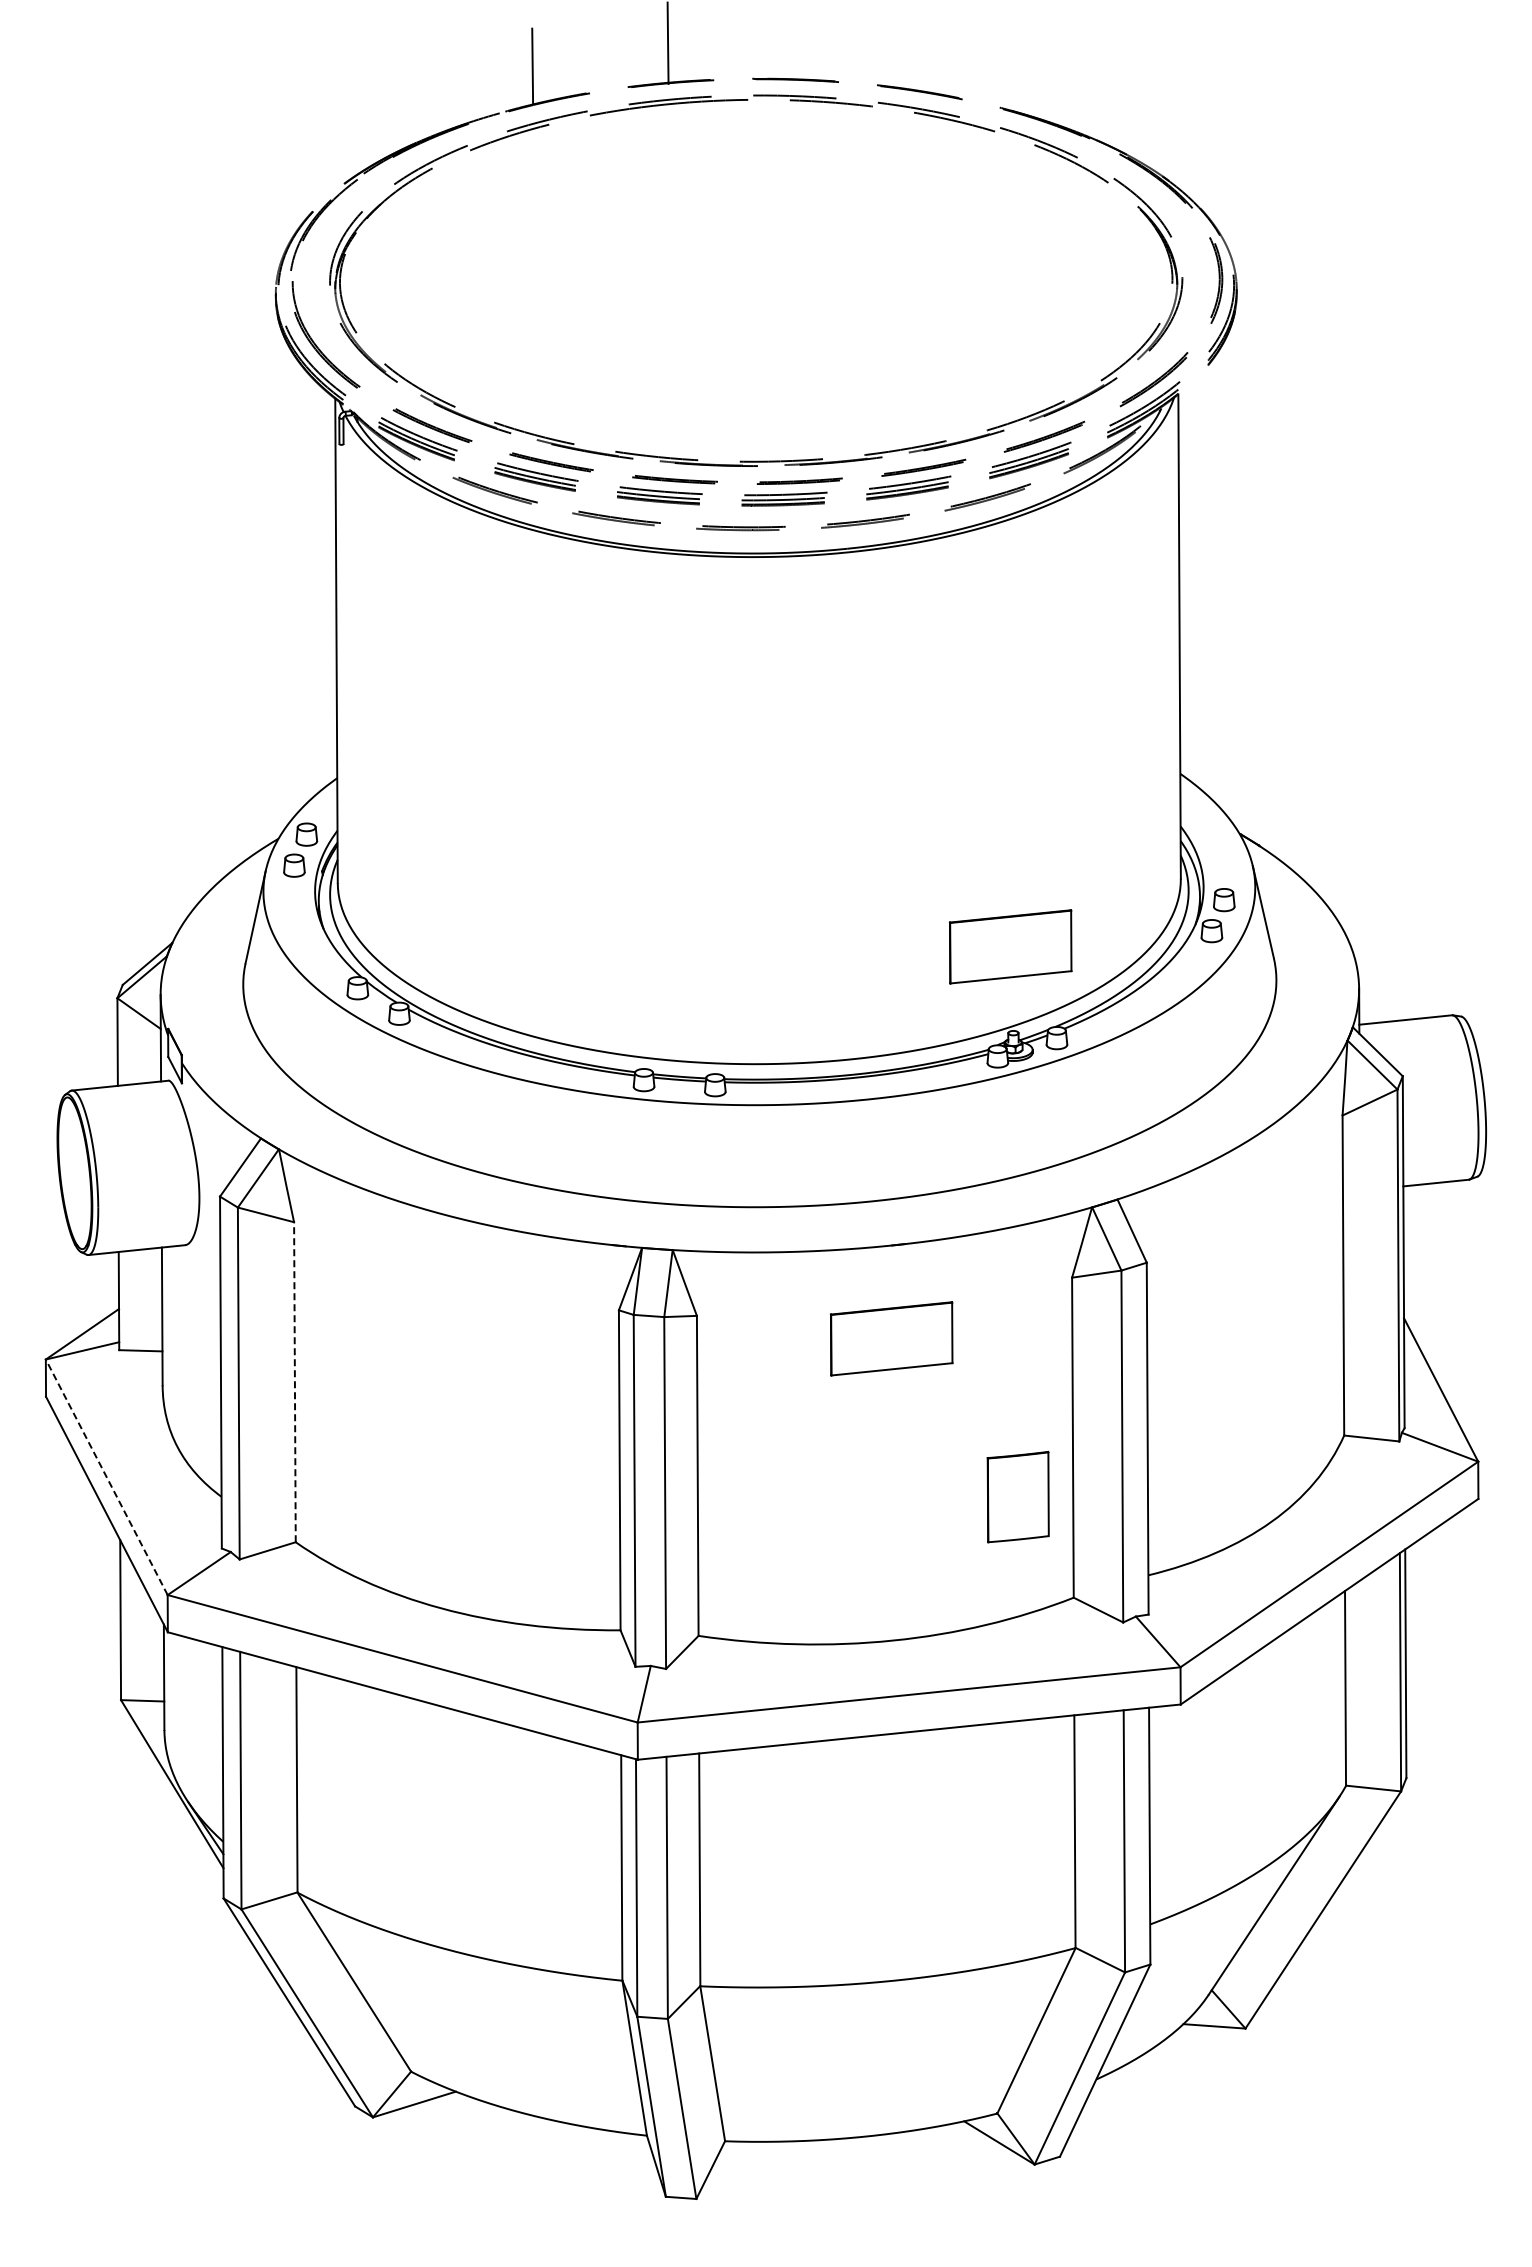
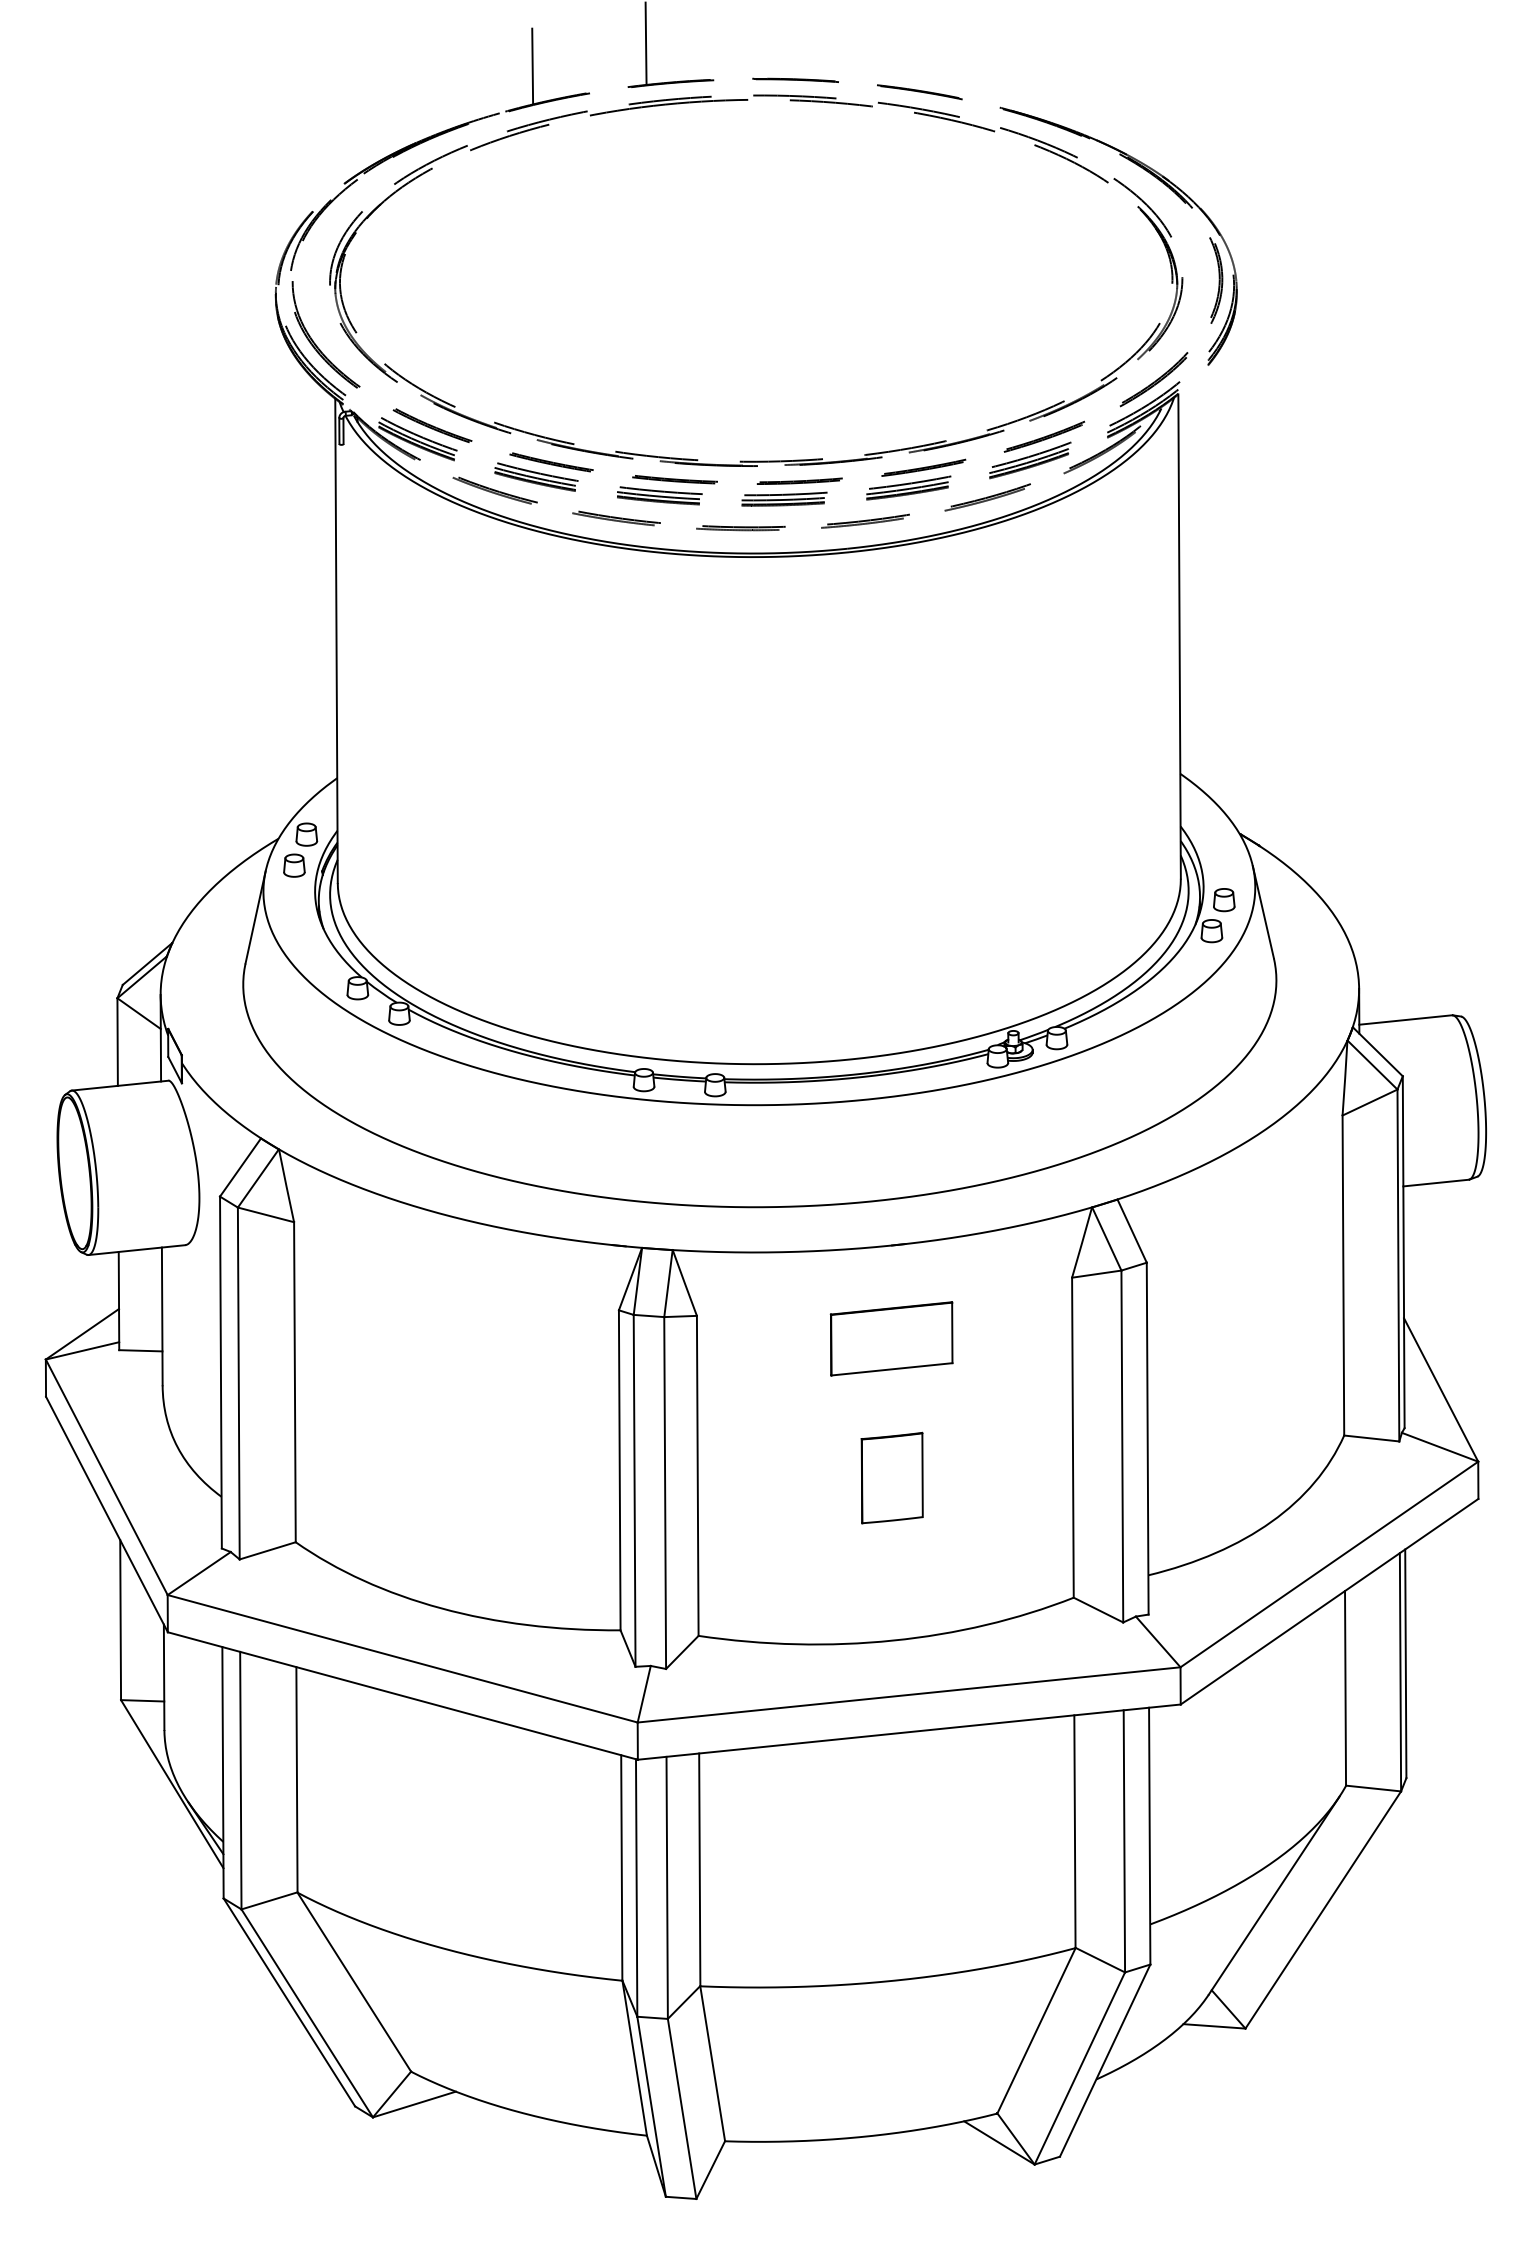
line at (667, 43) position: (667, 43) -> (645, 43)
part at (1010, 946): present -> none
line at (294, 1381): dashed -> solid
line at (106, 1477): dashed -> solid
part at (1017, 1496) position: (1017, 1496) -> (891, 1477)
